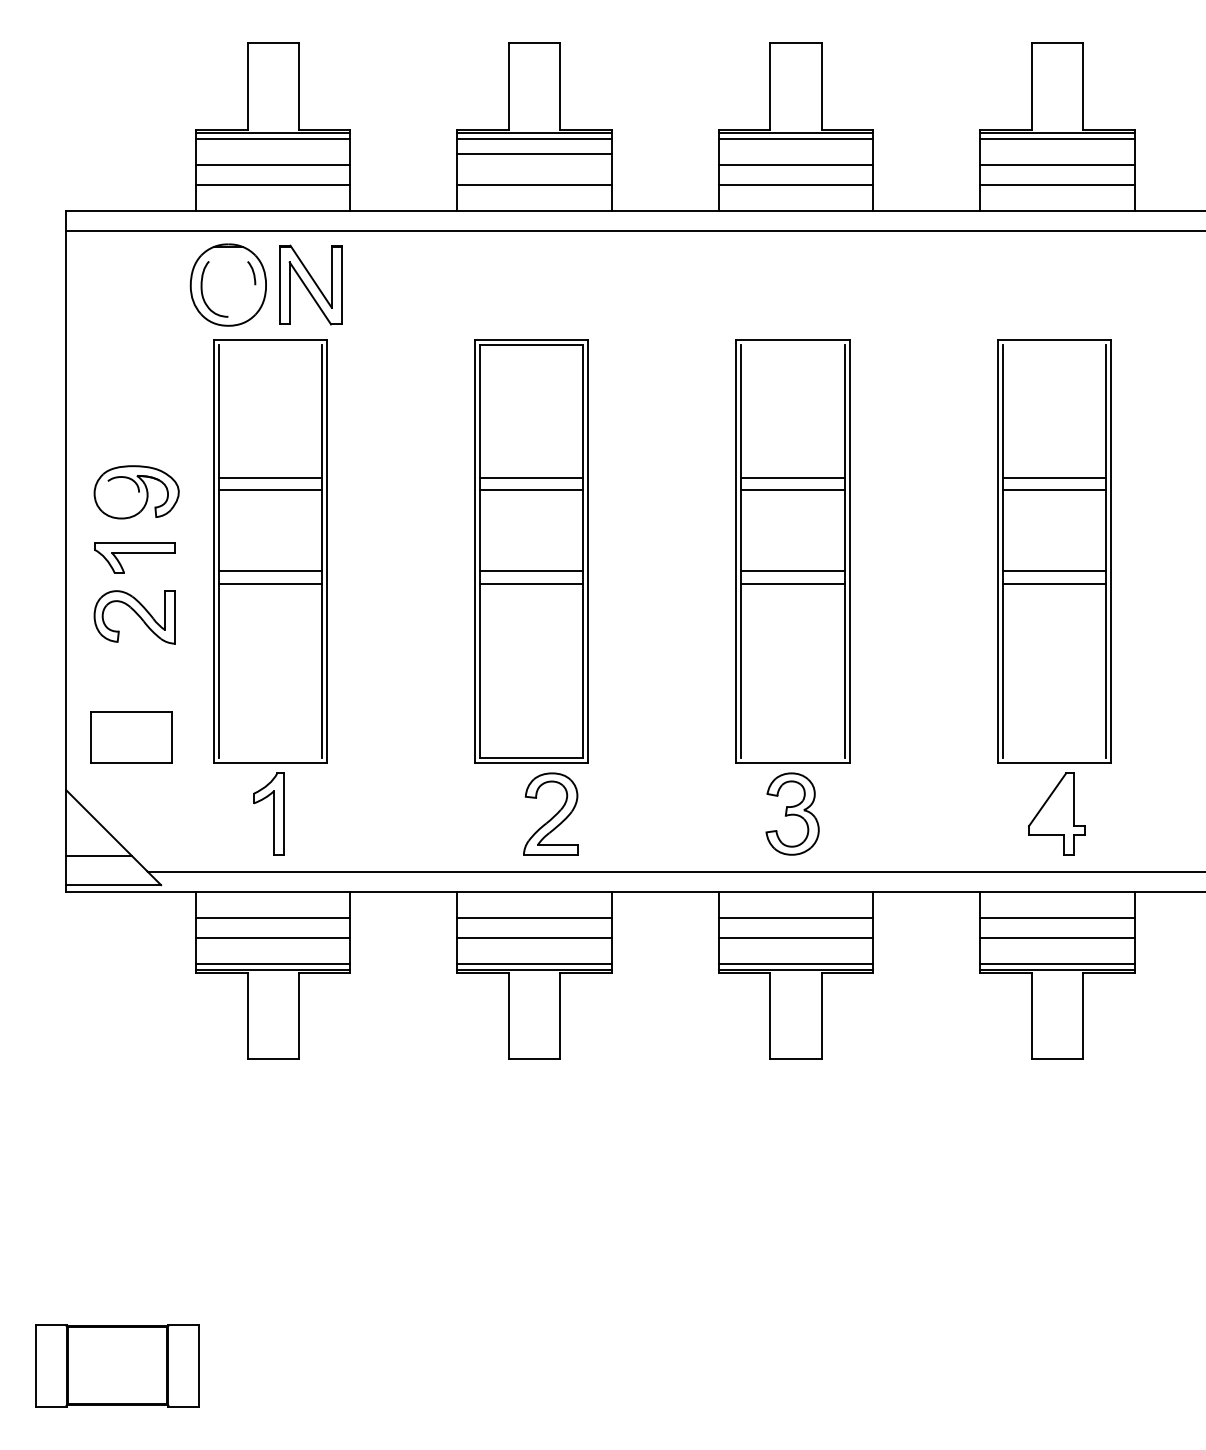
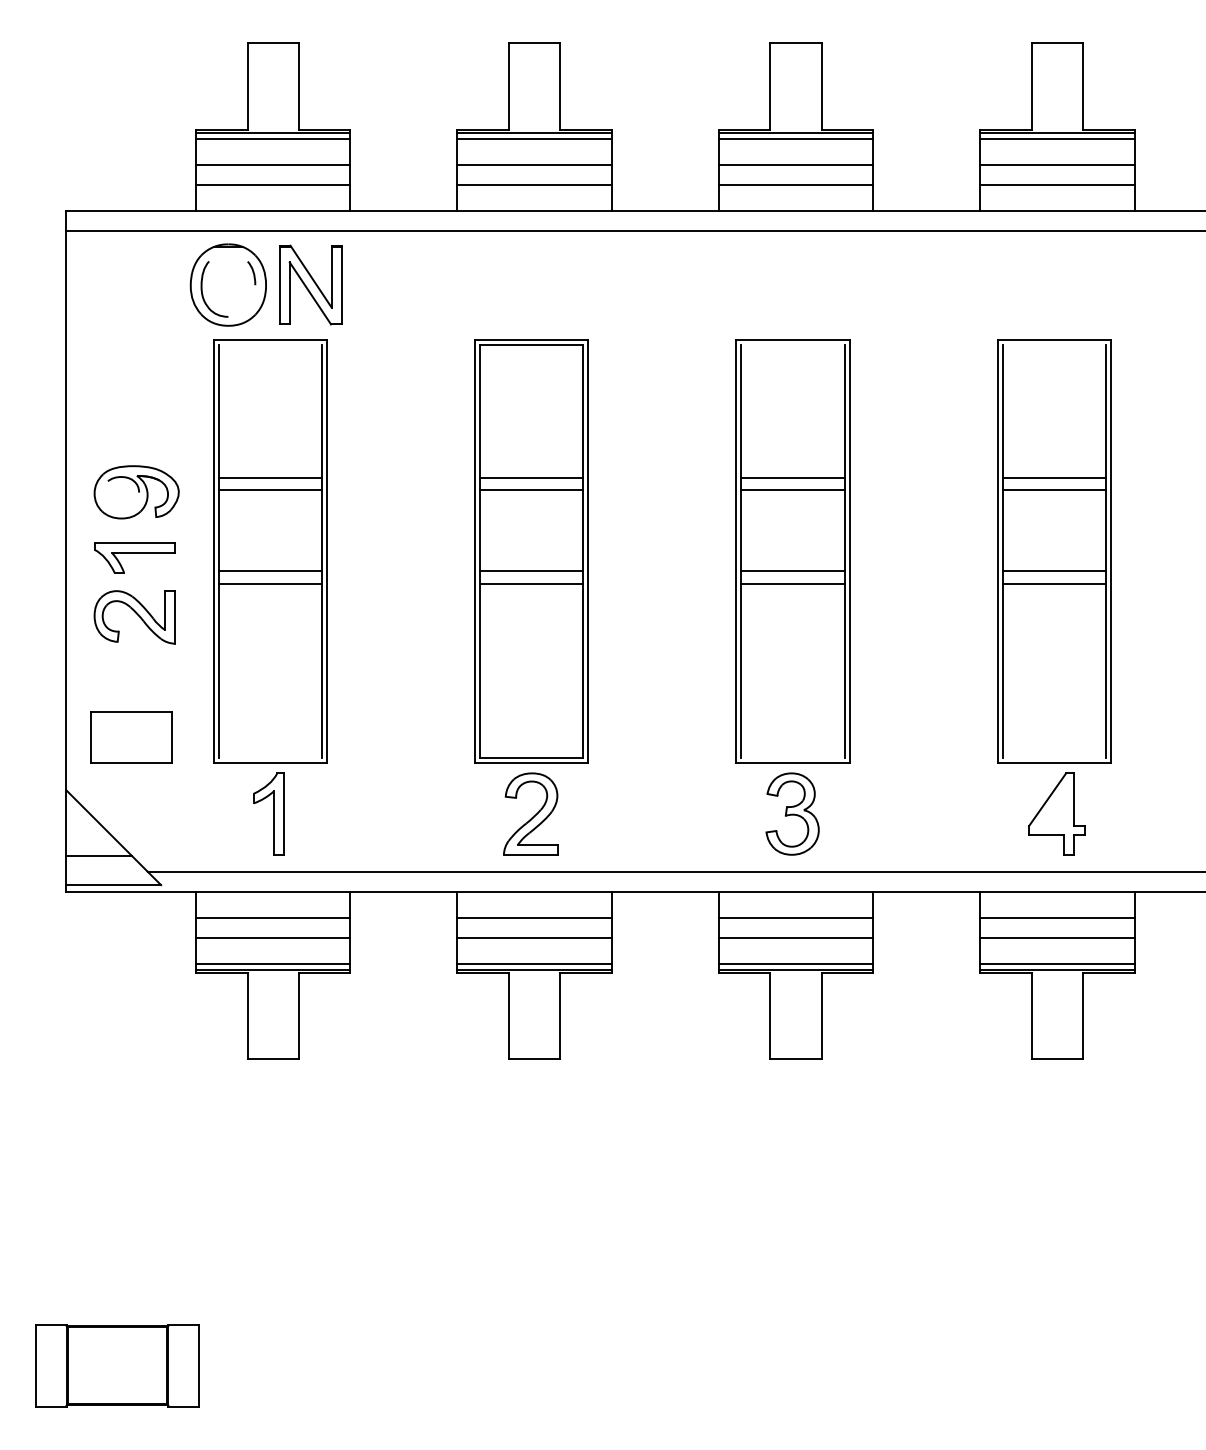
line at (534, 153) position: (534, 153) -> (534, 164)
part at (550, 813) position: (550, 813) -> (530, 813)
